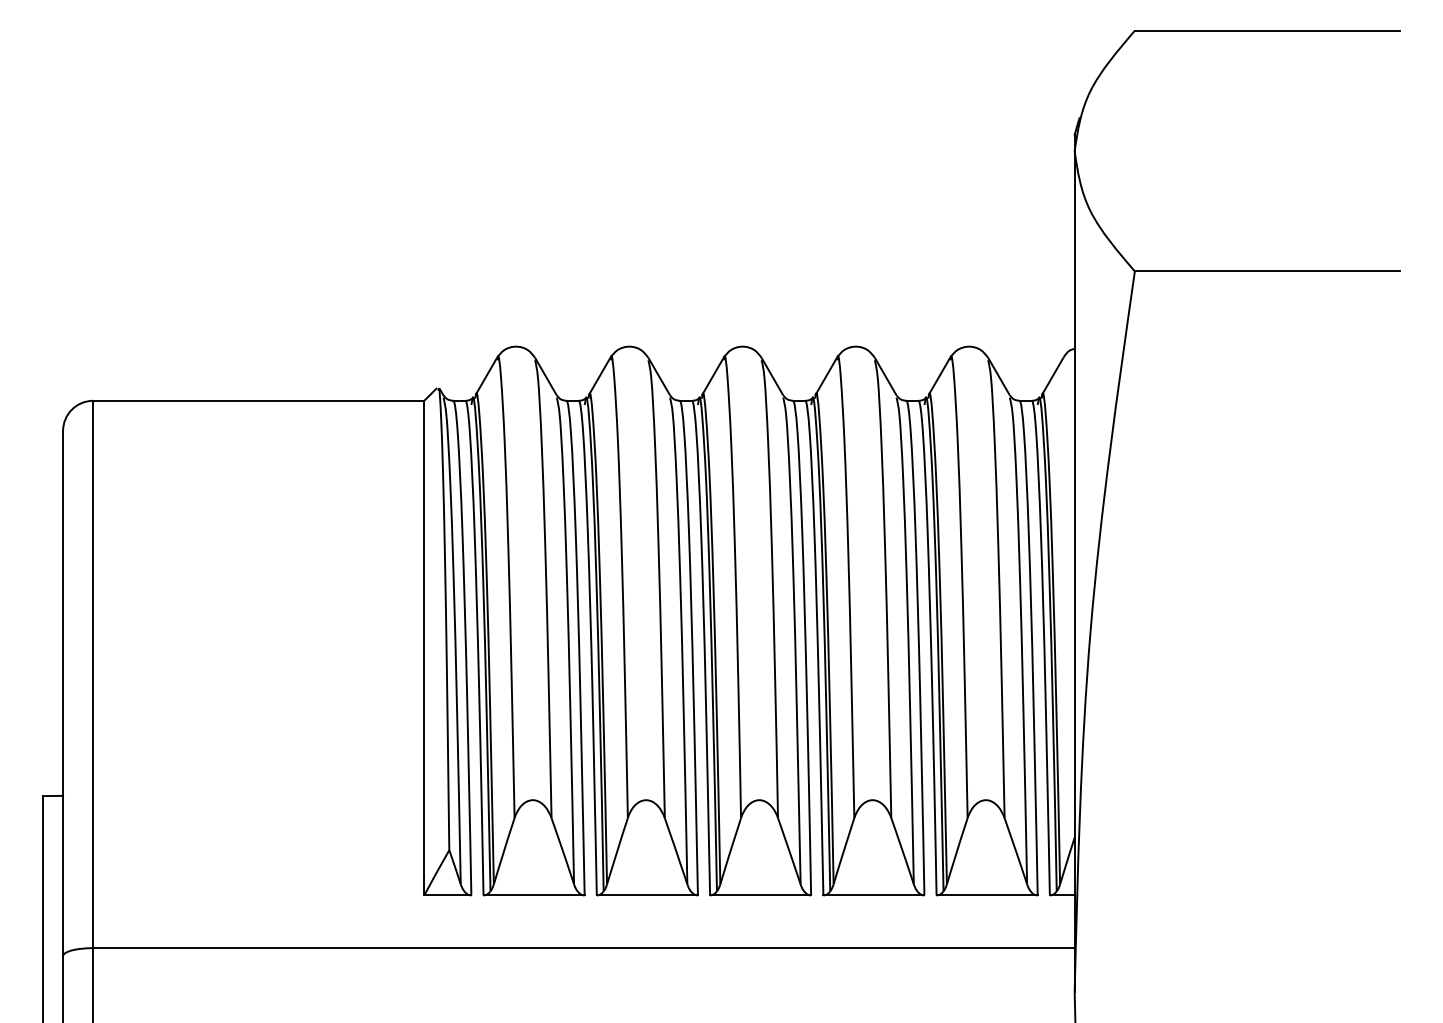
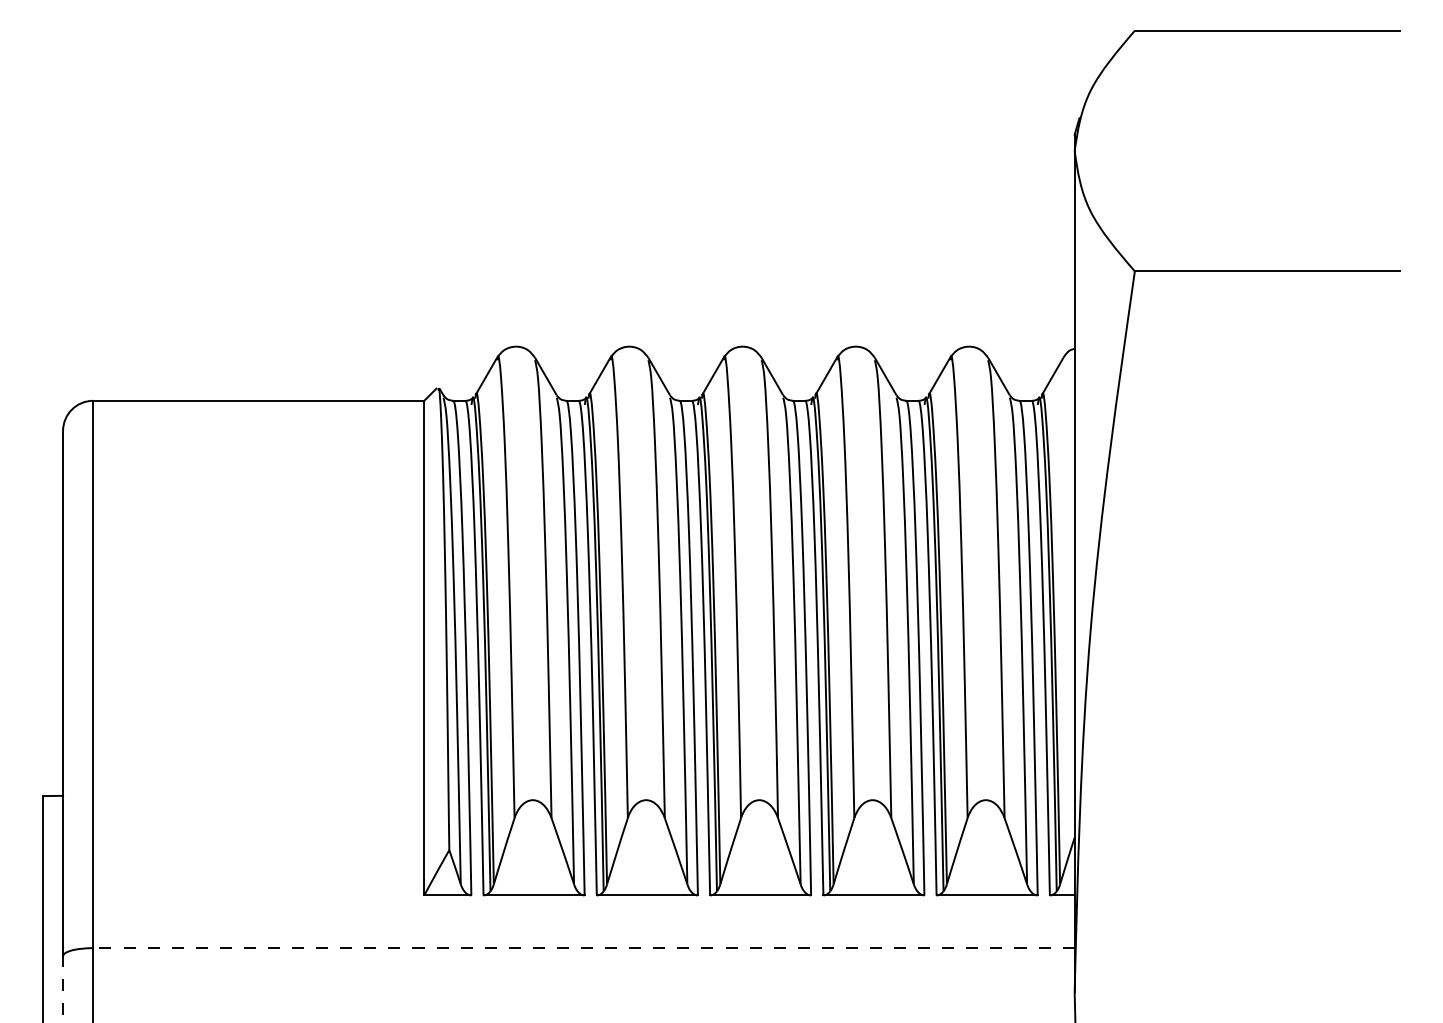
line at (583, 948): solid -> dashed
line at (63, 989): solid -> dashed
